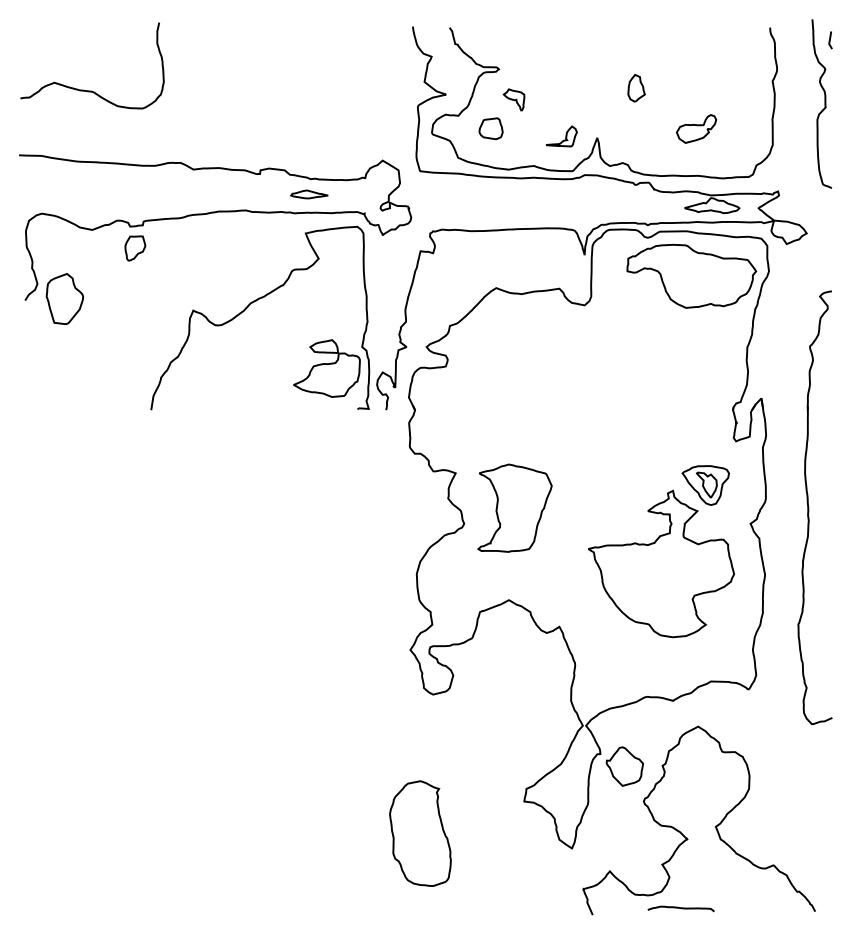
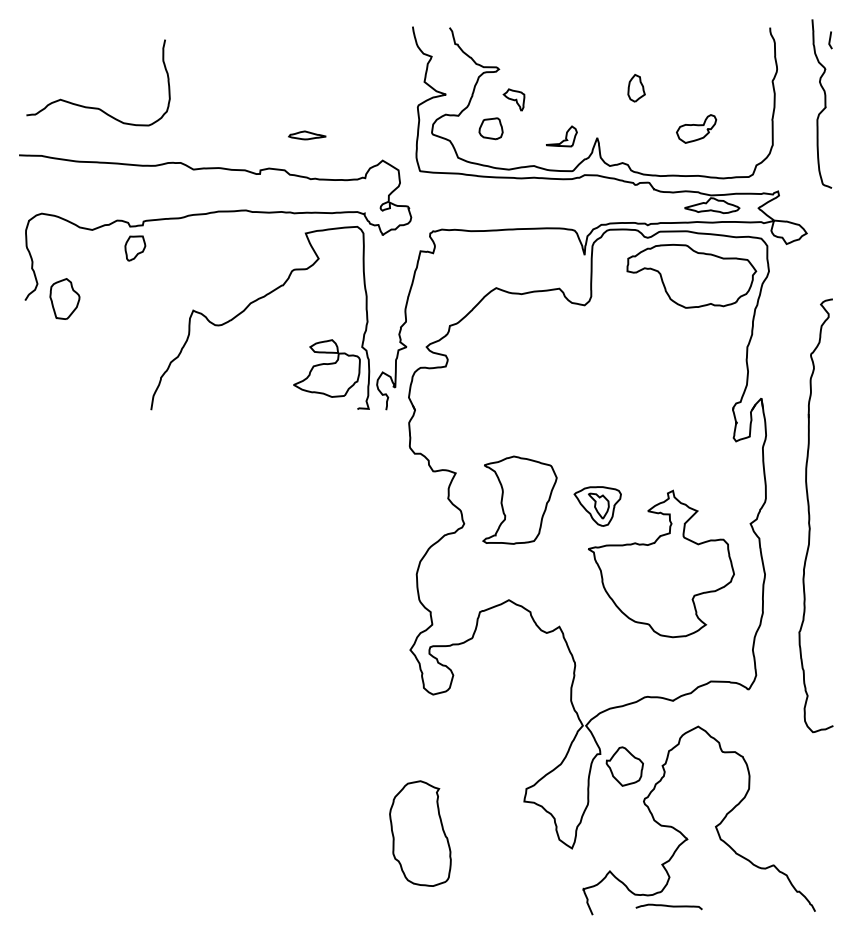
curve at (92, 90) position: (92, 90) -> (98, 107)
part at (309, 194) position: (309, 194) -> (307, 135)
part at (64, 298) size: 40x52 px -> 32x42 px
part at (705, 485) position: (705, 485) -> (597, 506)
part at (514, 507) position: (514, 507) -> (519, 499)
part at (814, 507) position: (814, 507) -> (815, 515)
curve at (680, 908) position: (680, 908) -> (668, 906)
